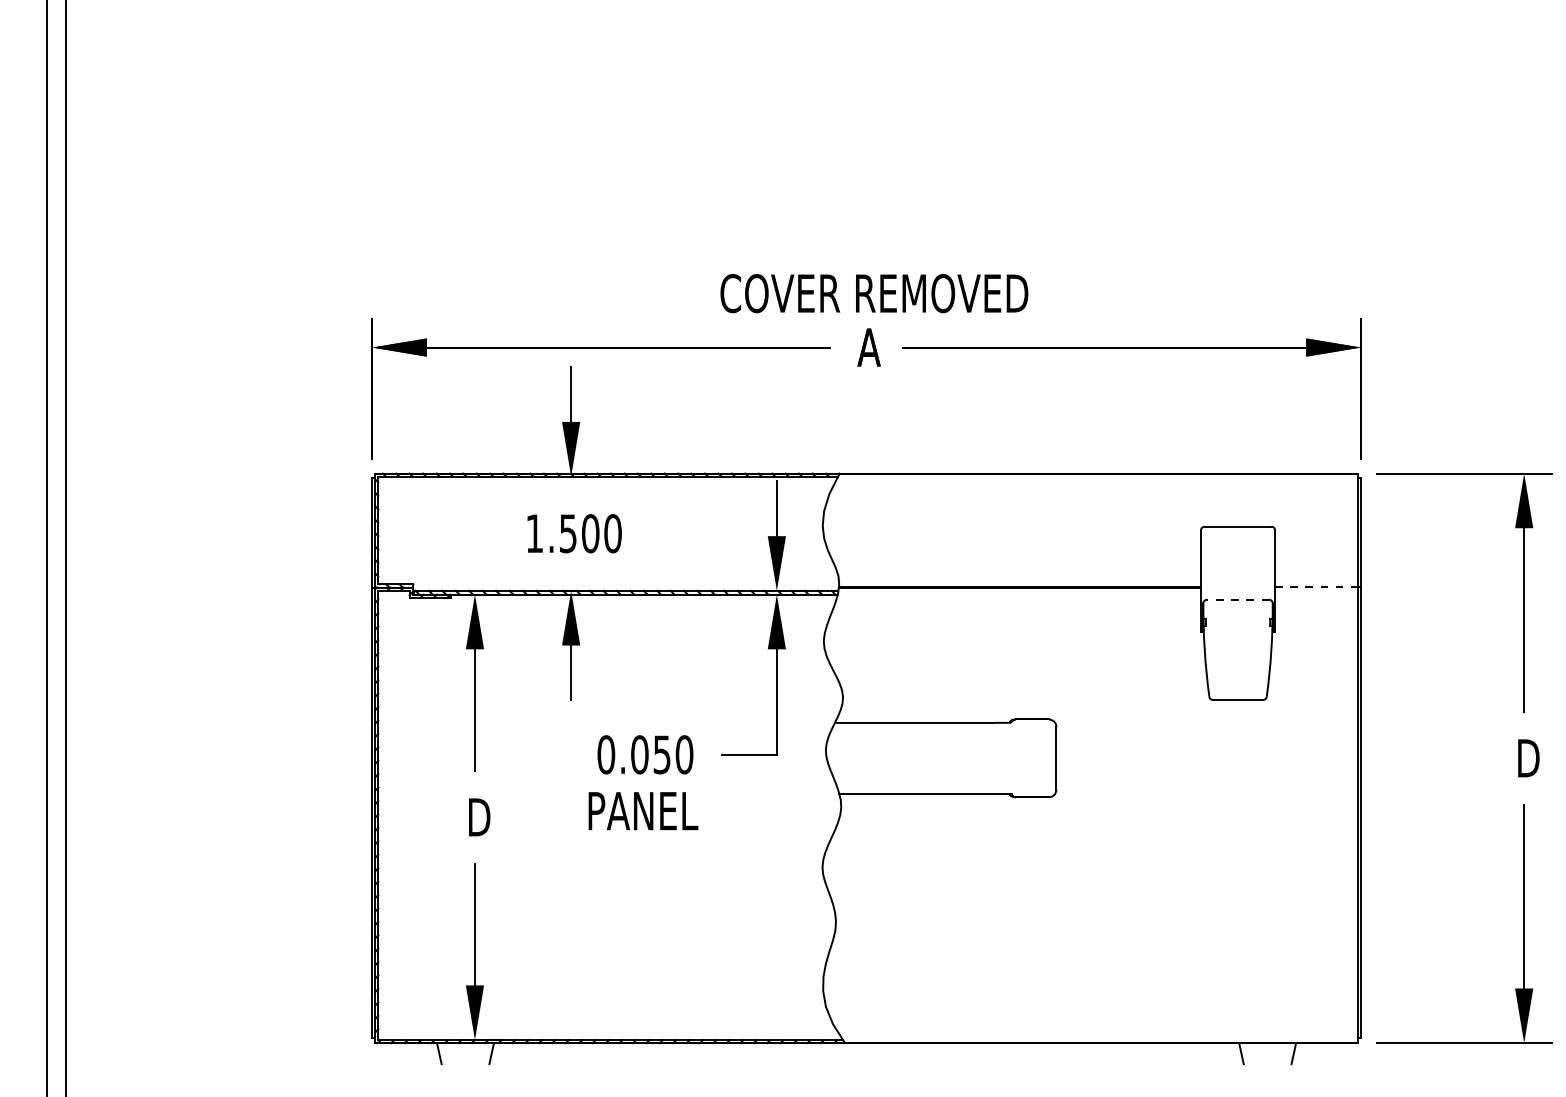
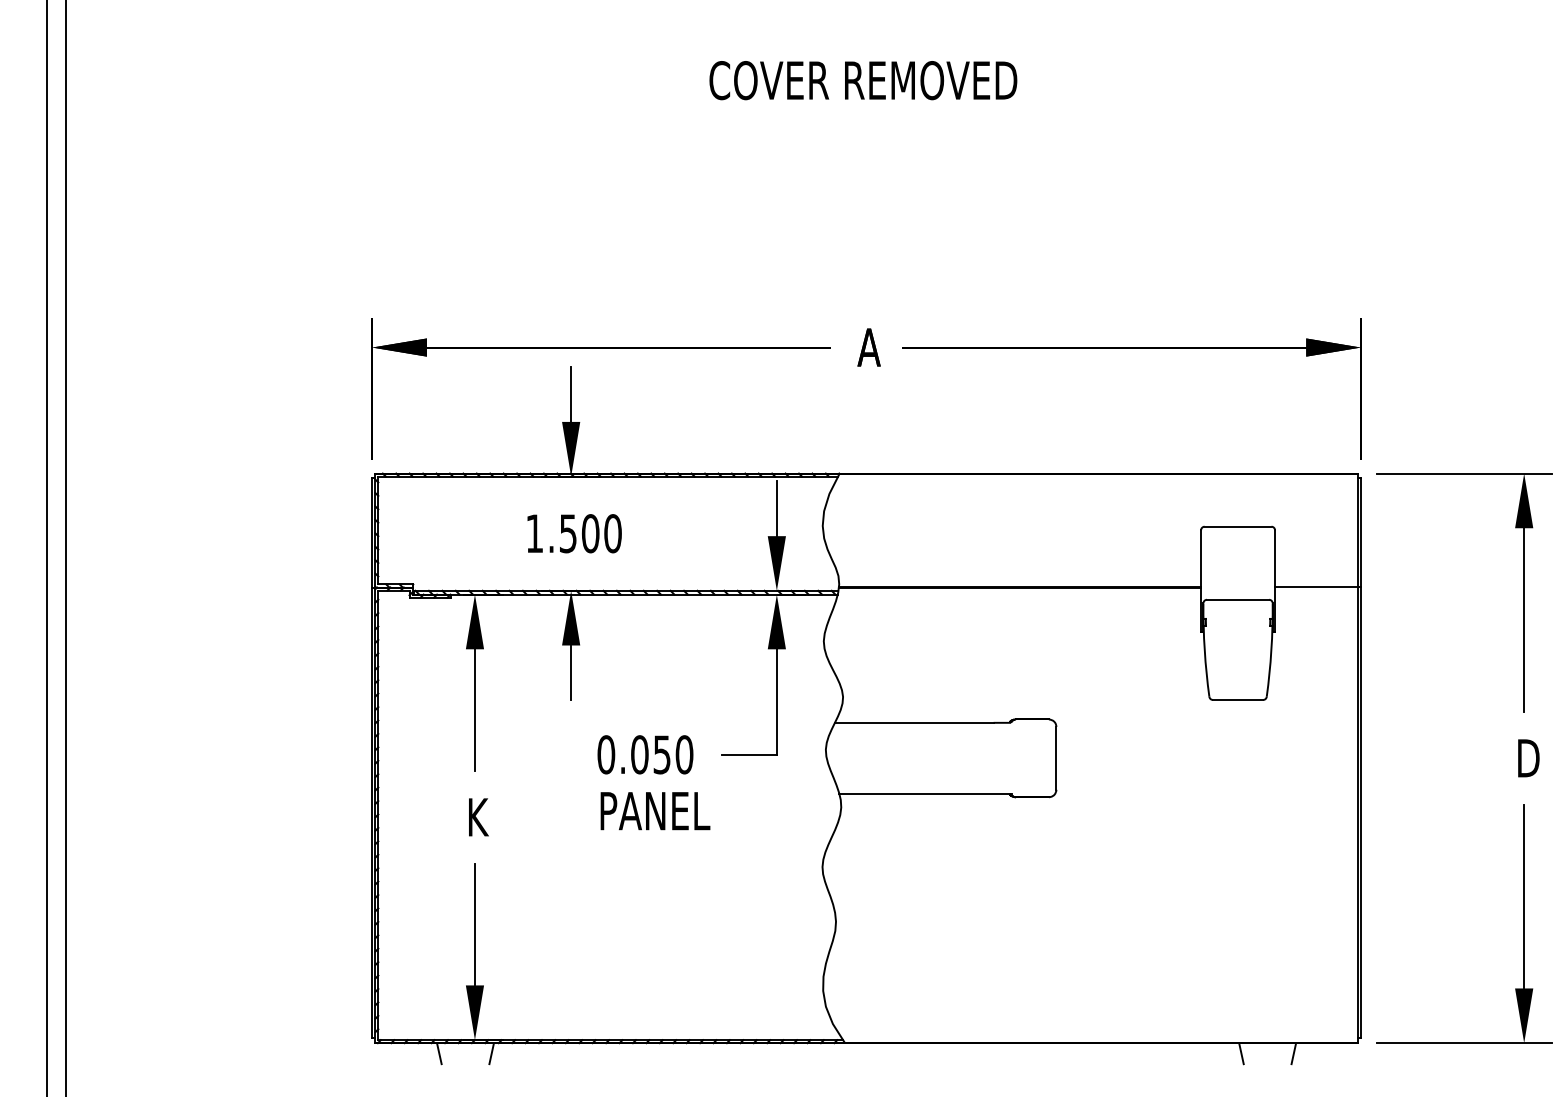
text at (874, 293) position: (874, 293) -> (863, 80)
line at (1316, 587): dashed -> solid
line at (1237, 599): dashed -> solid
text at (643, 811) position: (643, 811) -> (655, 811)
text at (481, 817): D -> K
